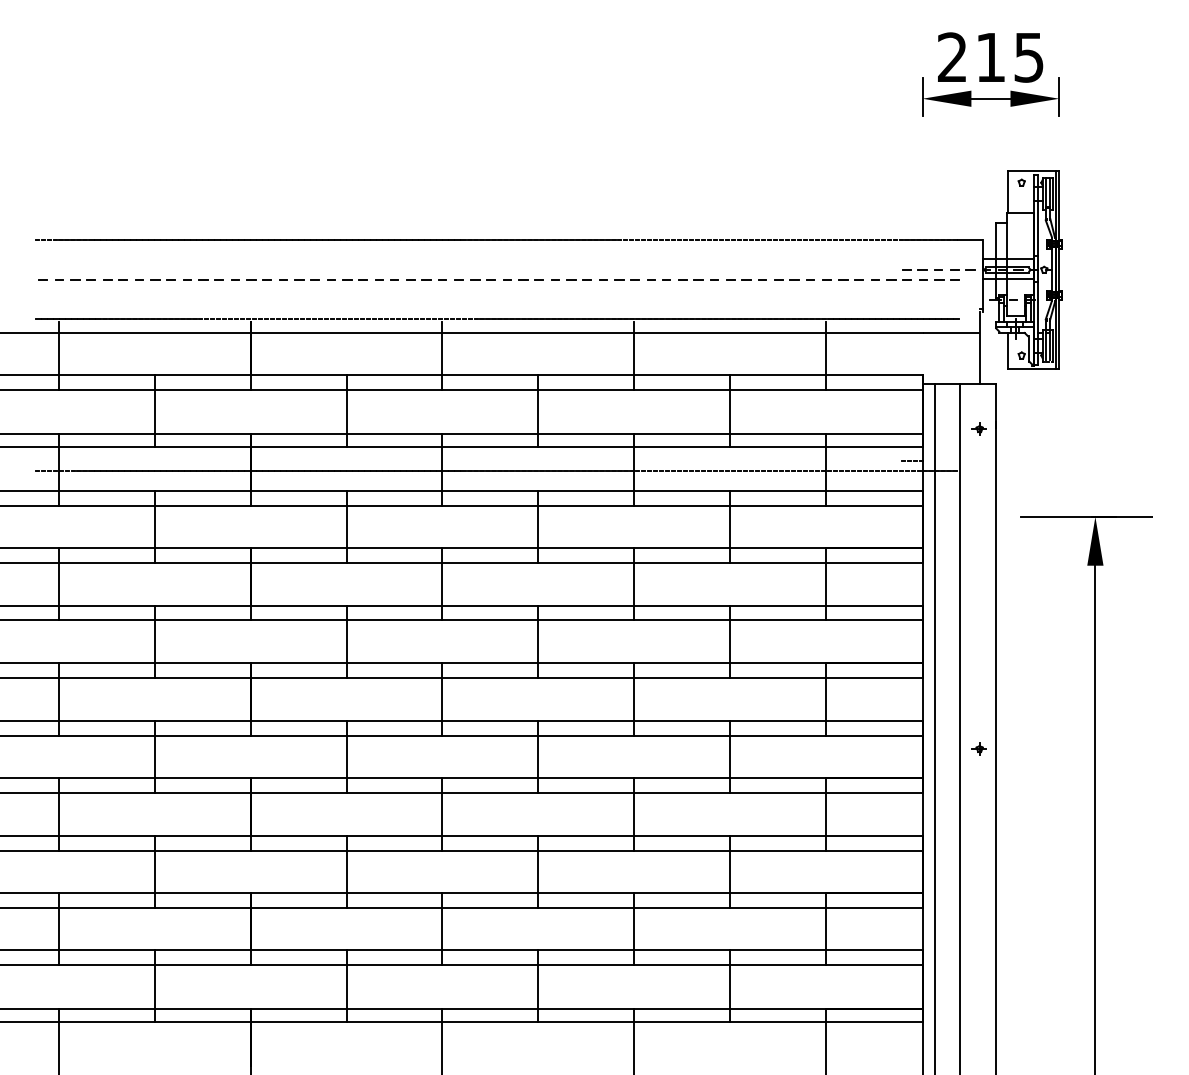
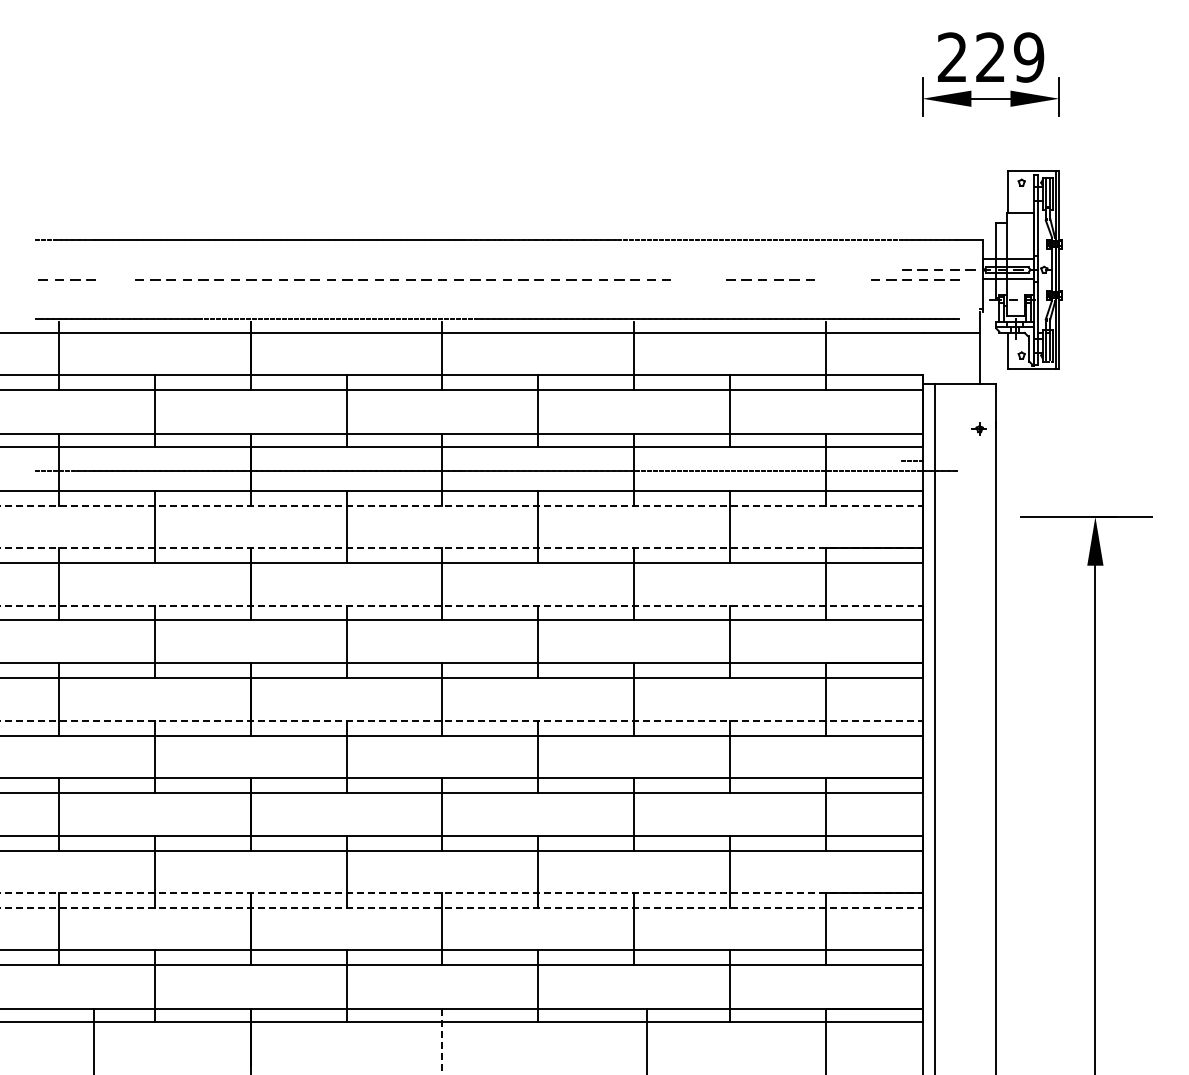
text at (1010, 57): 215 -> 229
line at (112, 279): present -> none
line at (698, 279): present -> none
line at (842, 279): present -> none
line at (461, 505): solid -> dashed
line at (461, 547): solid -> dashed
line at (461, 606): solid -> dashed
line at (461, 720): solid -> dashed
line at (960, 727): present -> none
part at (978, 748): present -> none
line at (461, 893): solid -> dashed
line at (461, 908): solid -> dashed
line at (58, 1039) position: (58, 1039) -> (93, 1039)
line at (634, 1039) position: (634, 1039) -> (647, 1039)
line at (441, 1041): solid -> dashed
